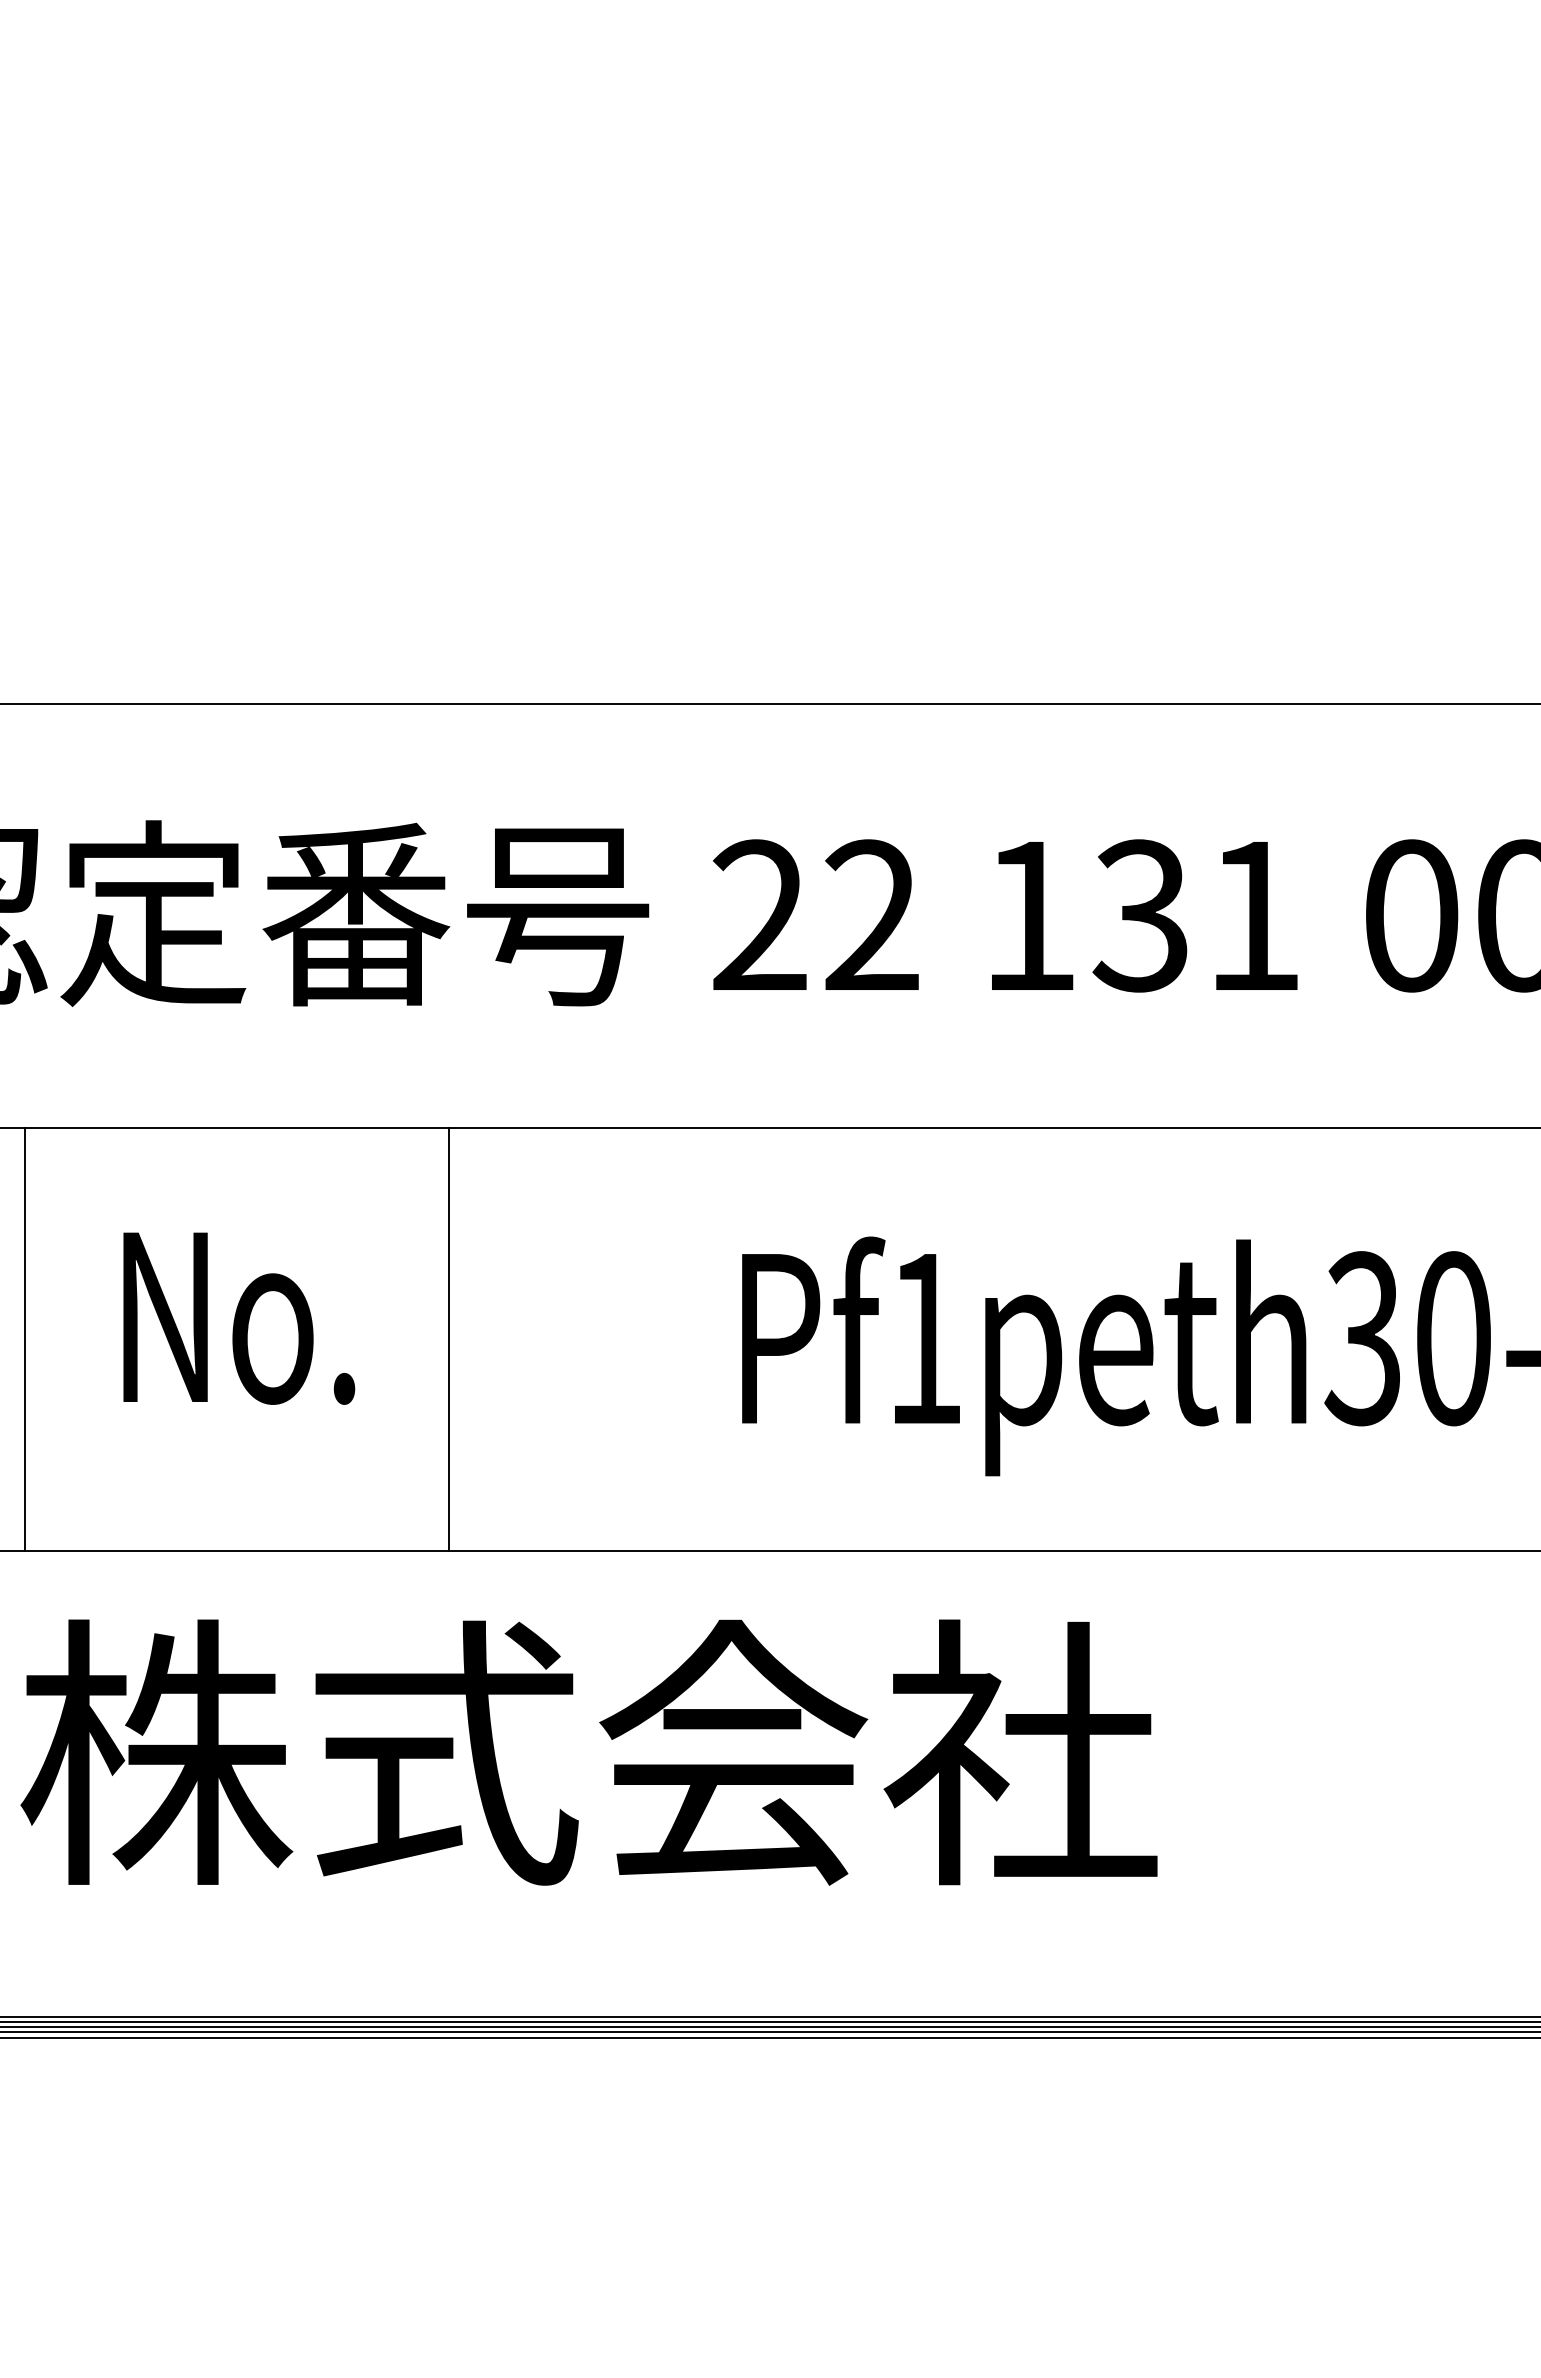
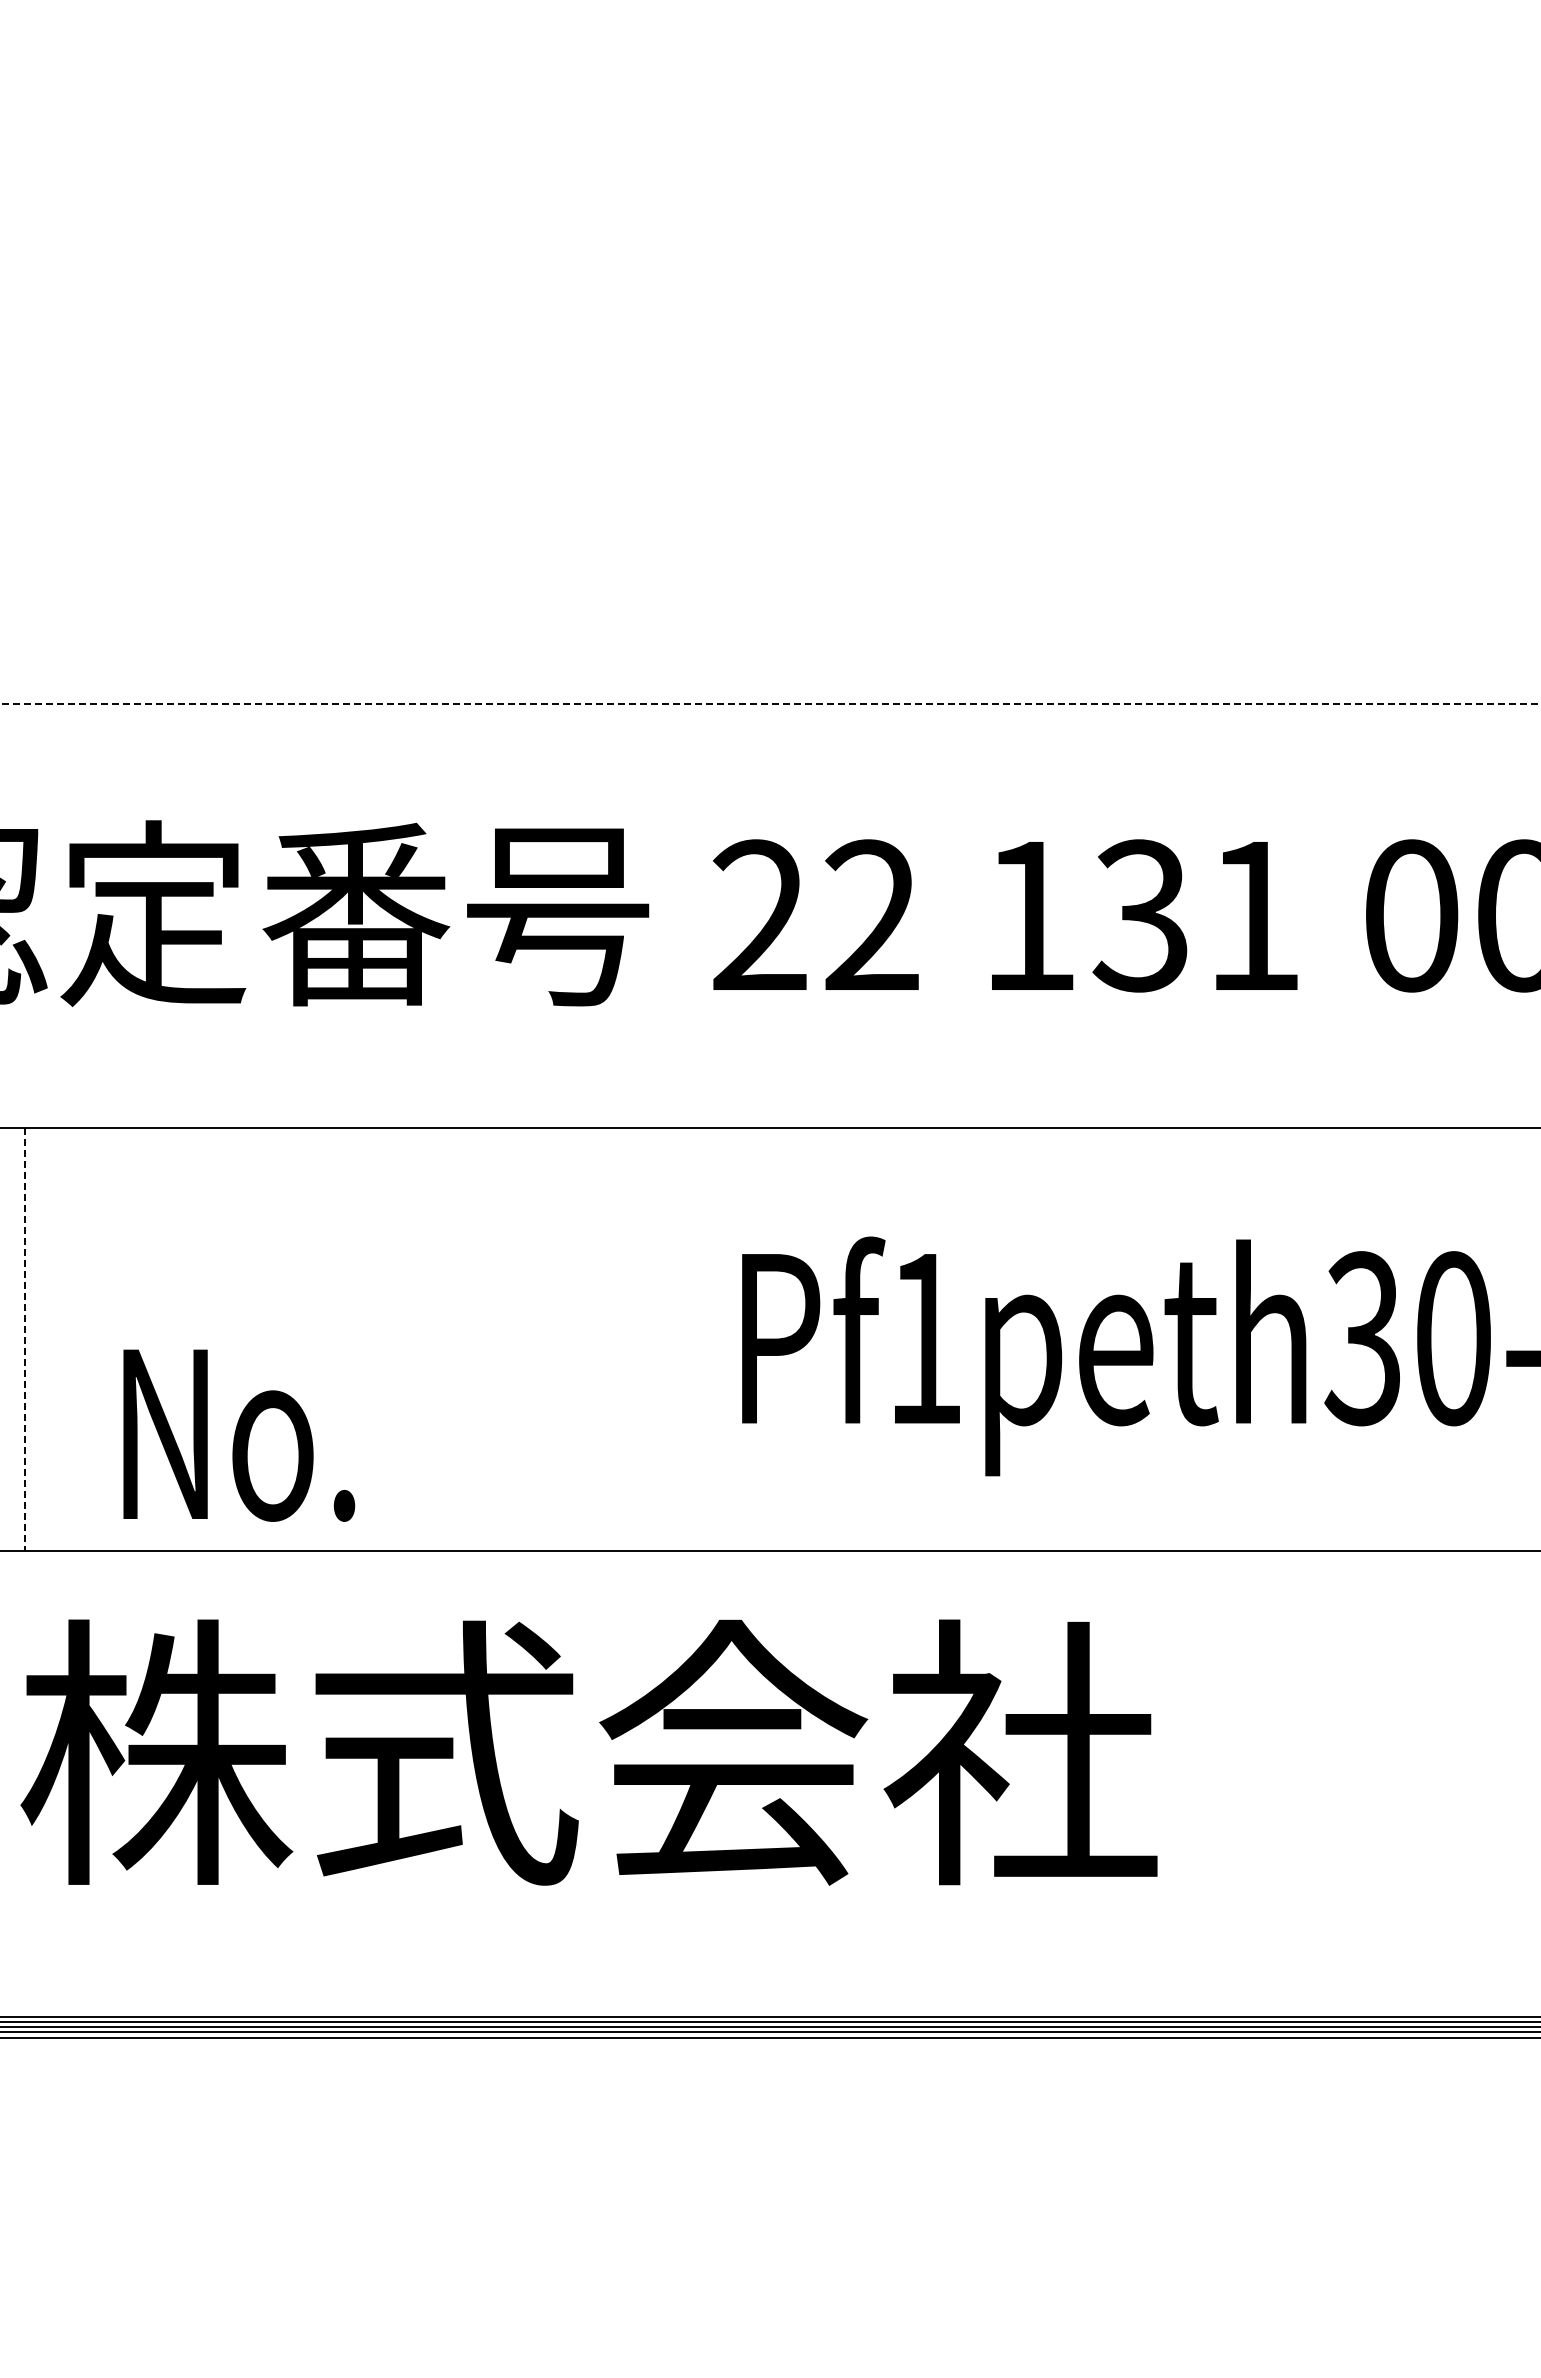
line at (770, 704): solid -> dashed
text at (239, 1318) position: (239, 1318) -> (239, 1435)
line at (448, 1338): present -> none
line at (25, 1339): solid -> dashed
